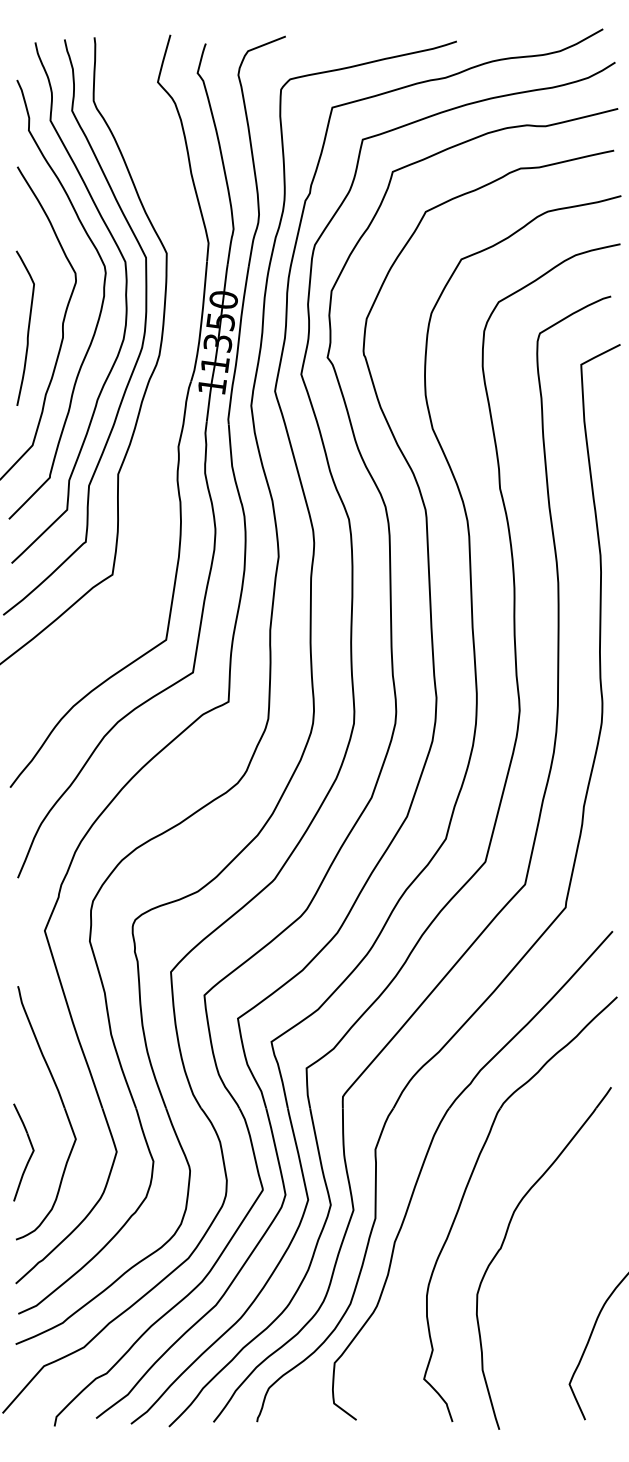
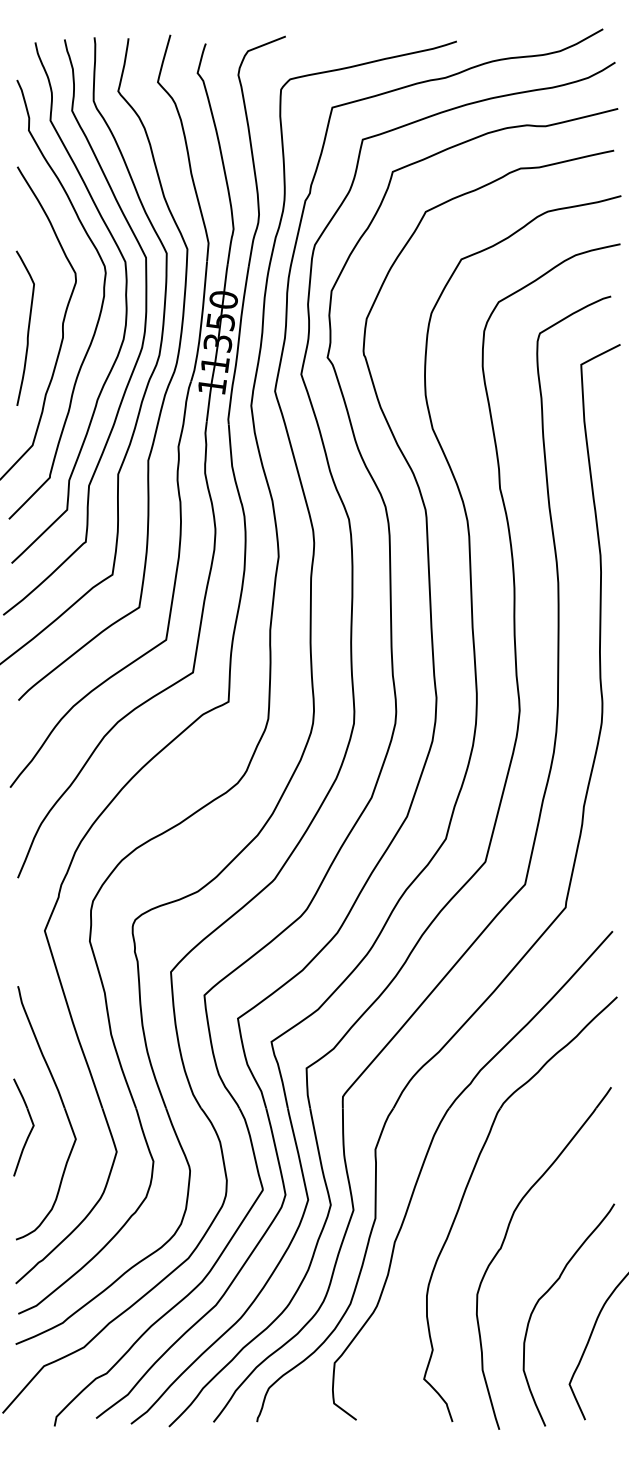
curve at (165, 390): none -> present
part at (29, 1156) position: (29, 1156) -> (29, 1131)
curve at (547, 1292): none -> present
